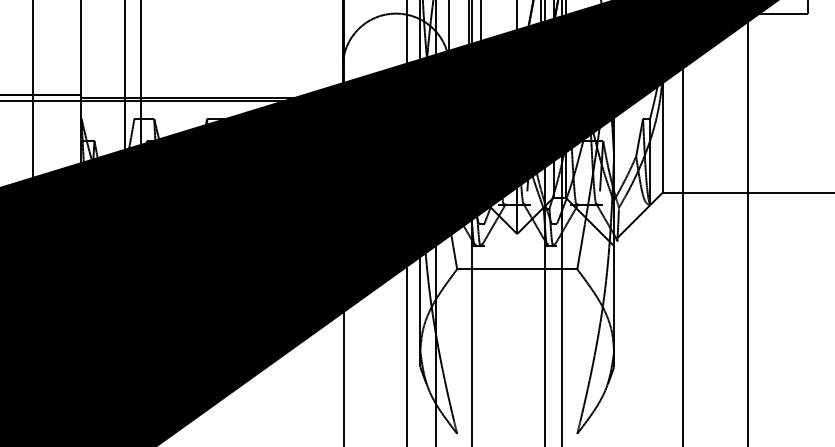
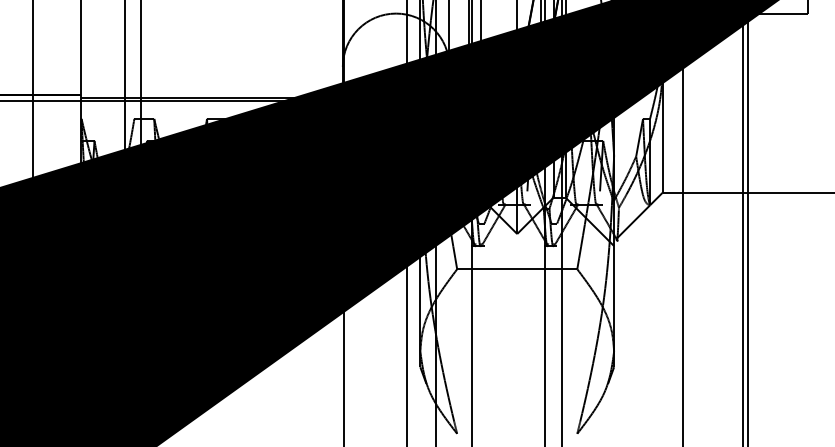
line at (743, 222): none -> present
